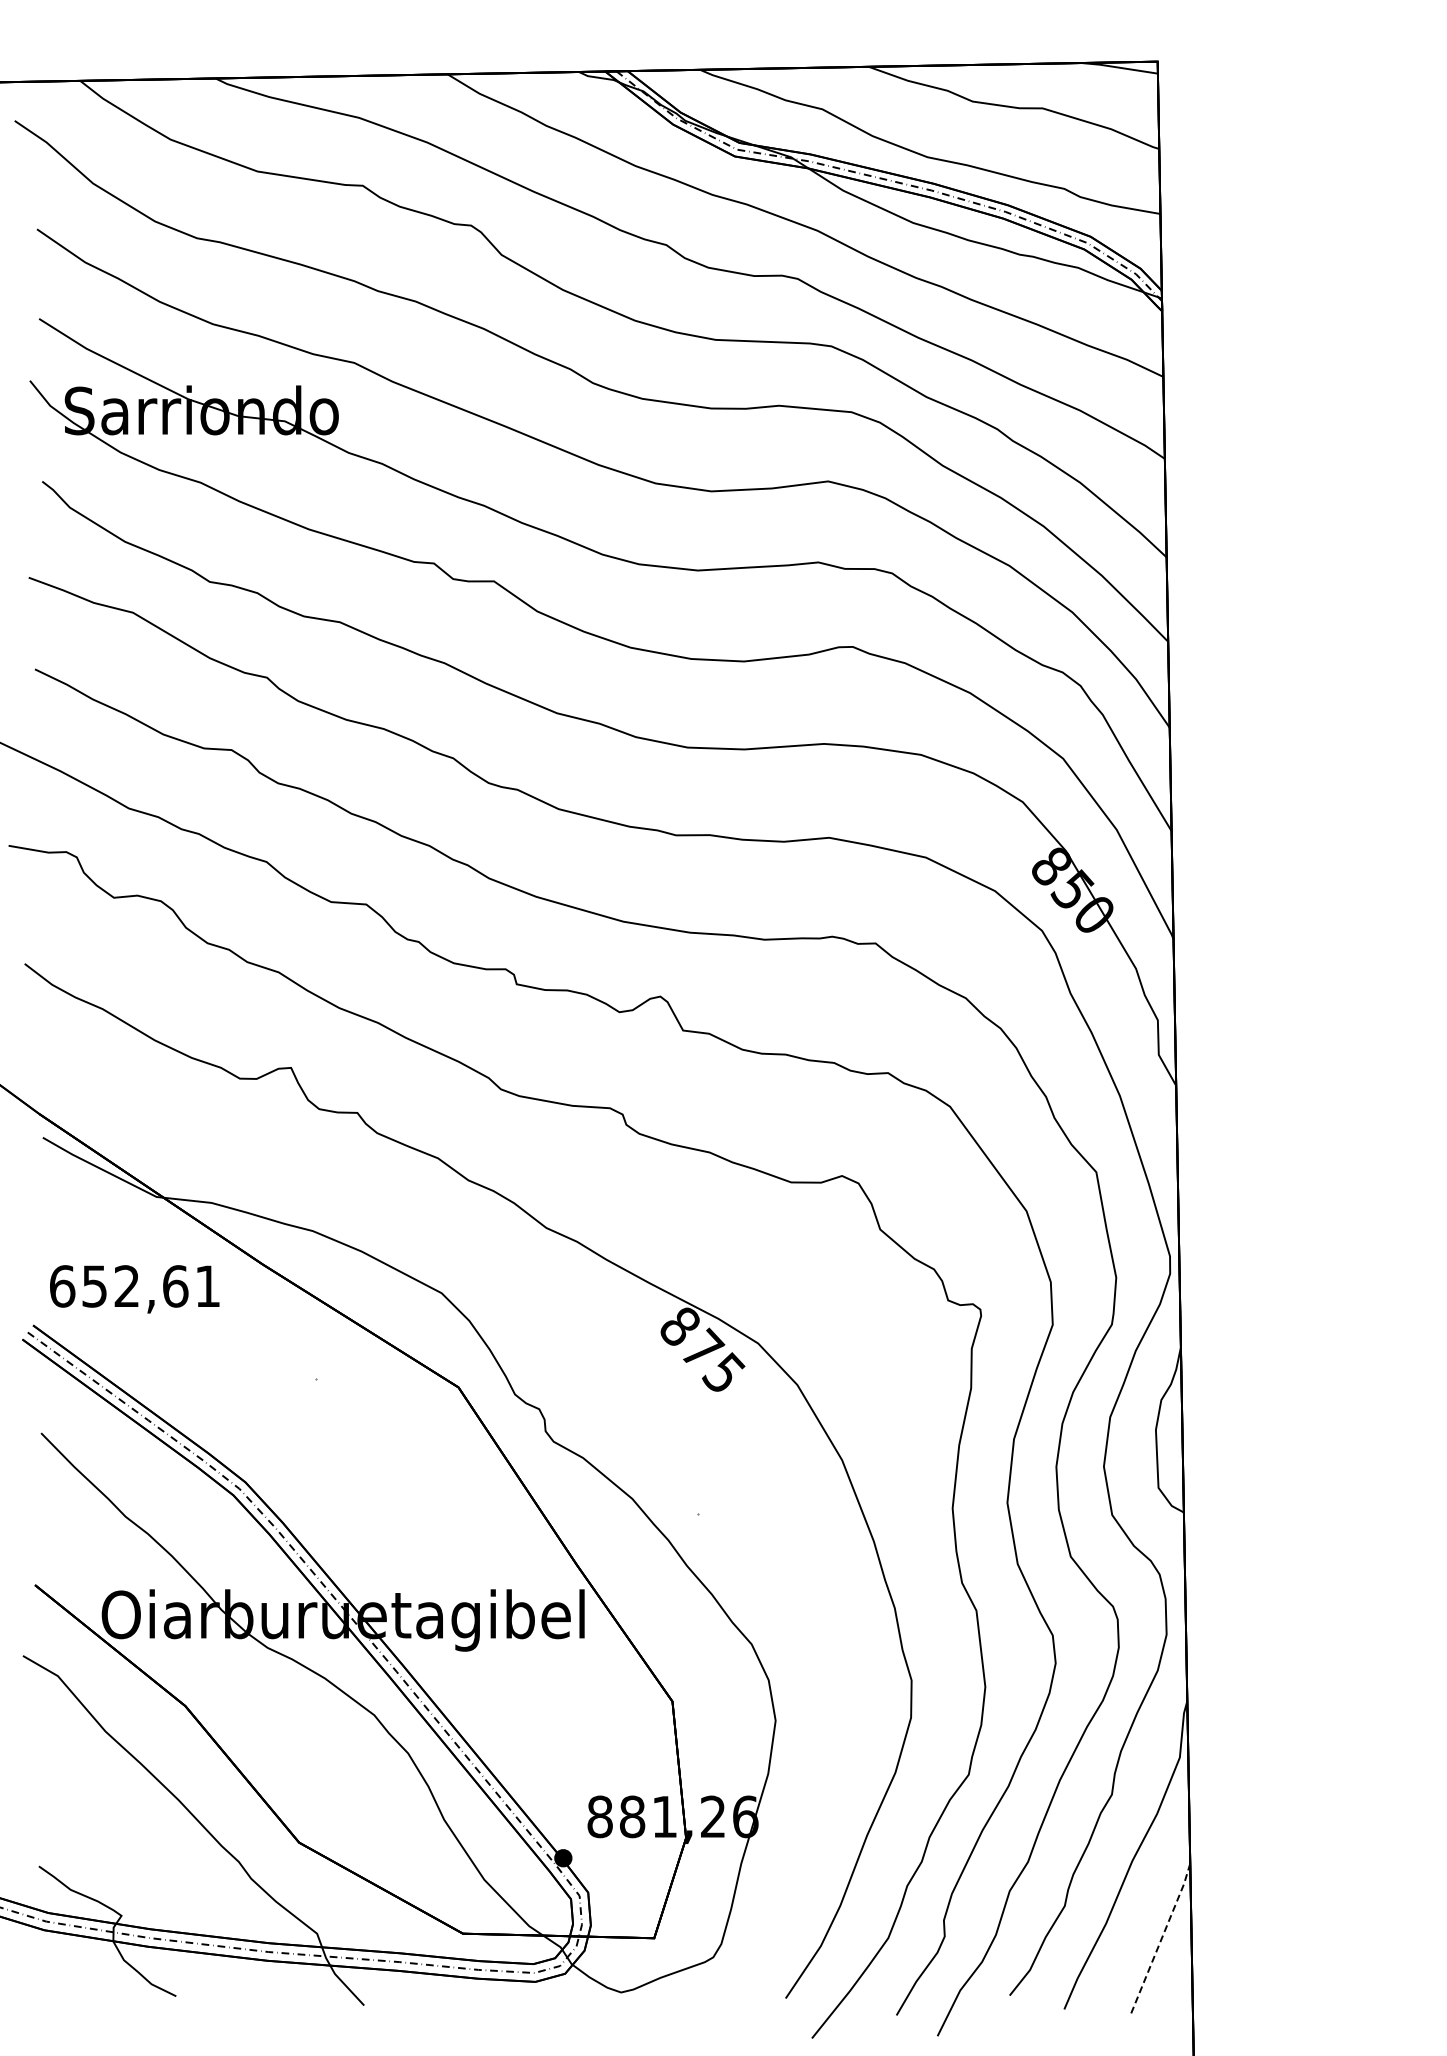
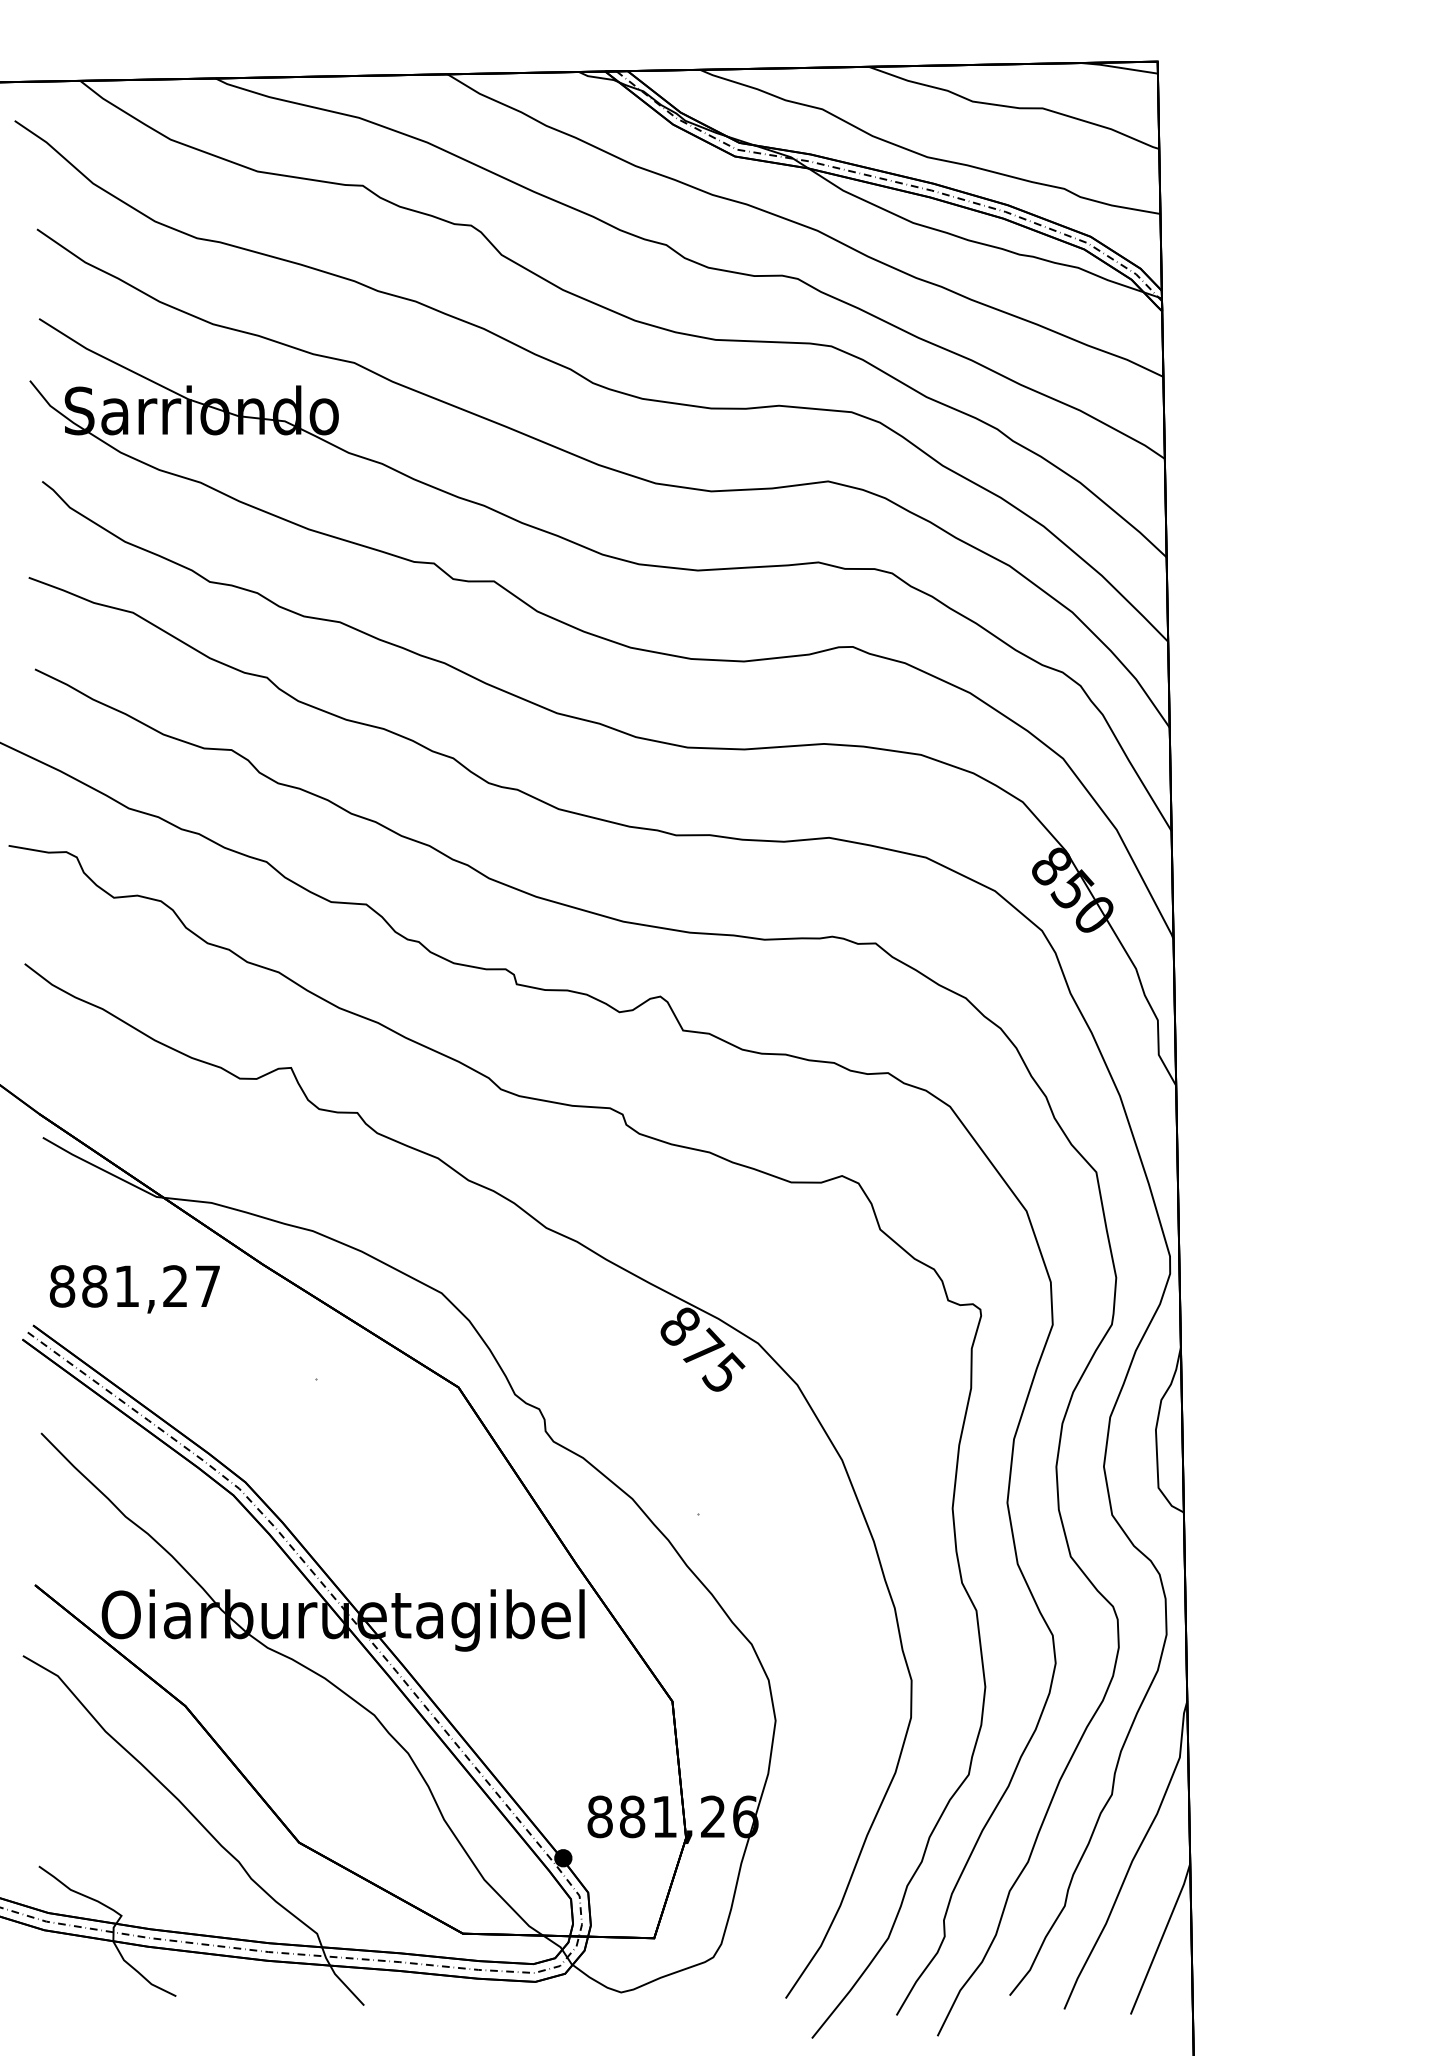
text at (134, 1286): 652,61 -> 881,27
line at (1161, 1938): dashed -> solid
